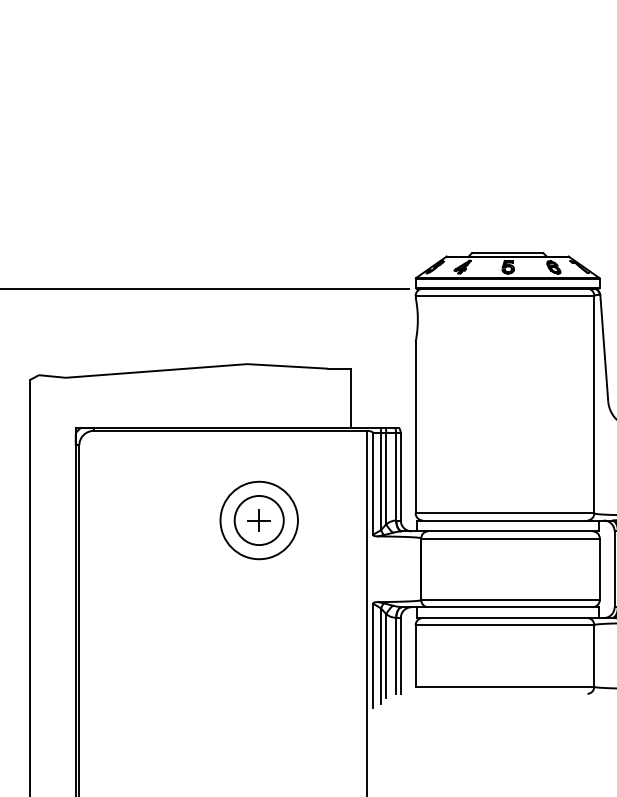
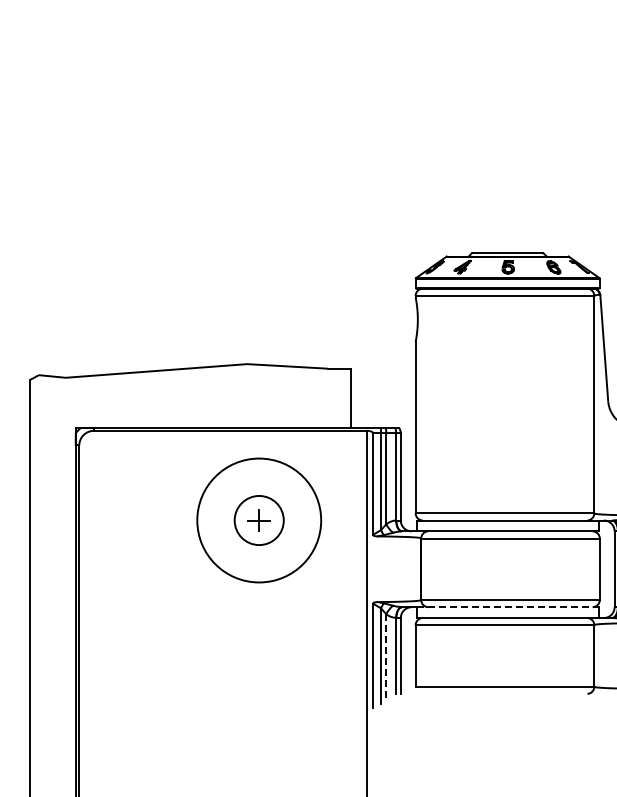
line at (205, 288): present -> none
circle at (258, 520) diameter: 77 px -> 124 px
line at (508, 607): solid -> dashed
line at (386, 655): solid -> dashed
